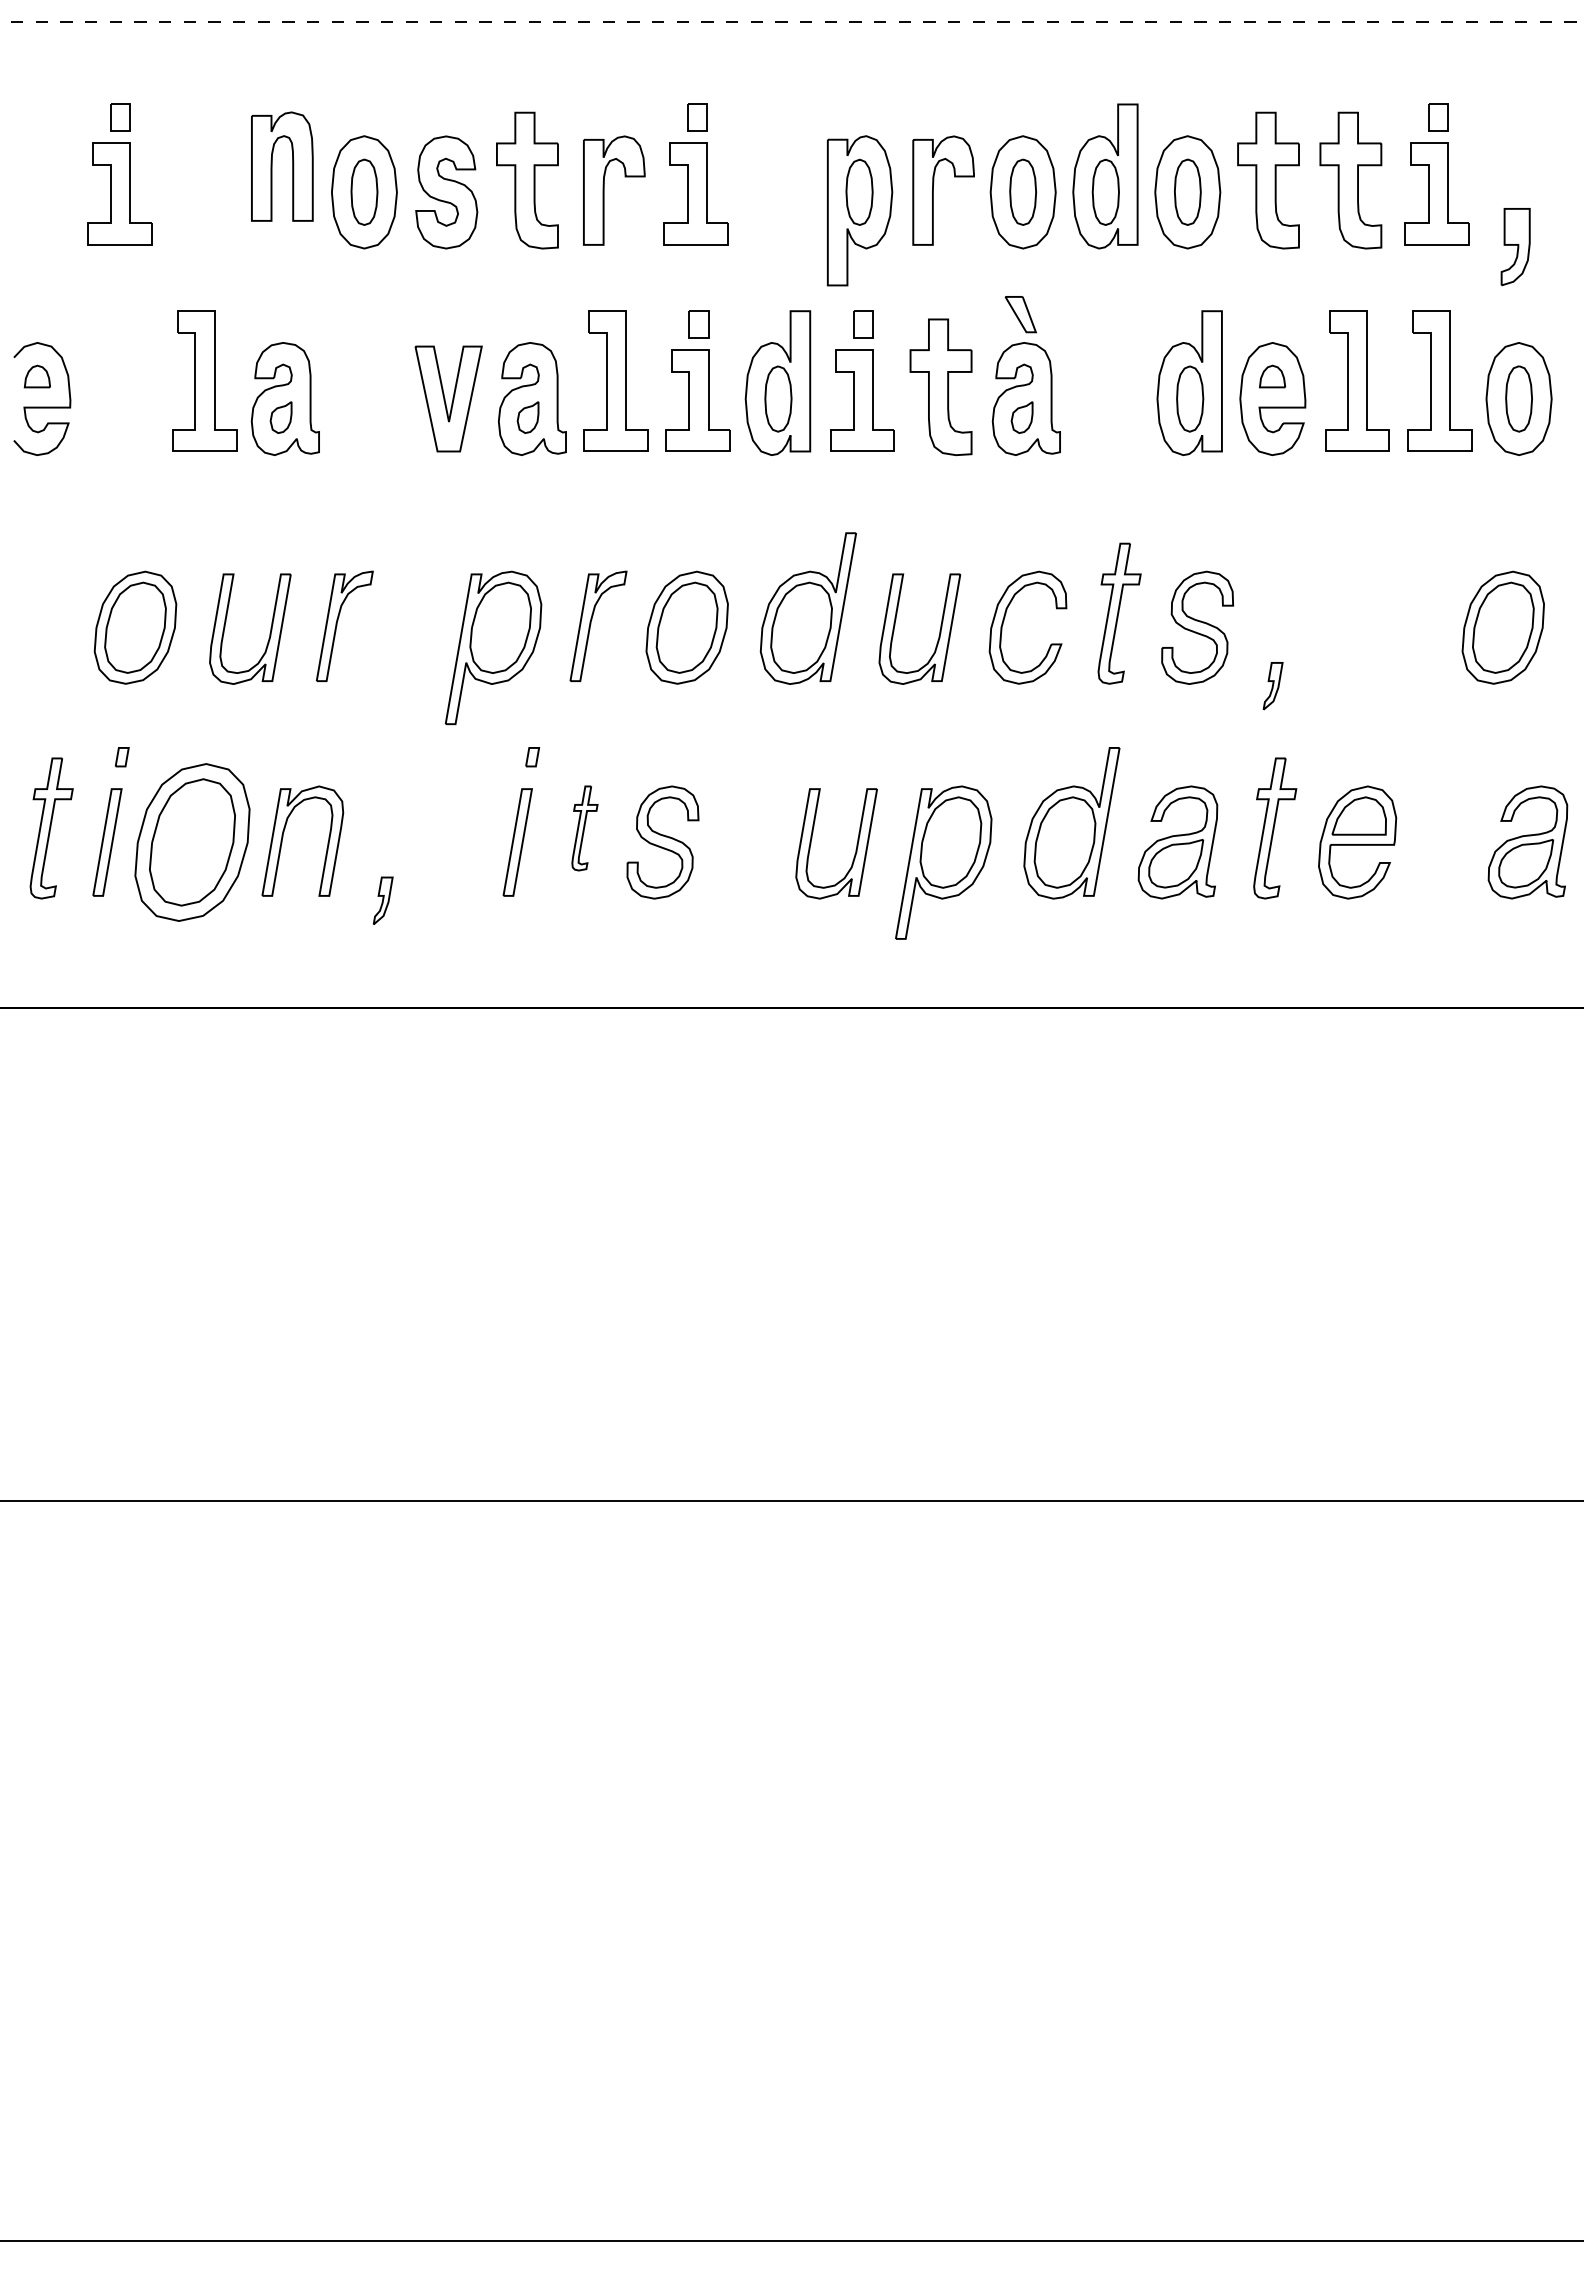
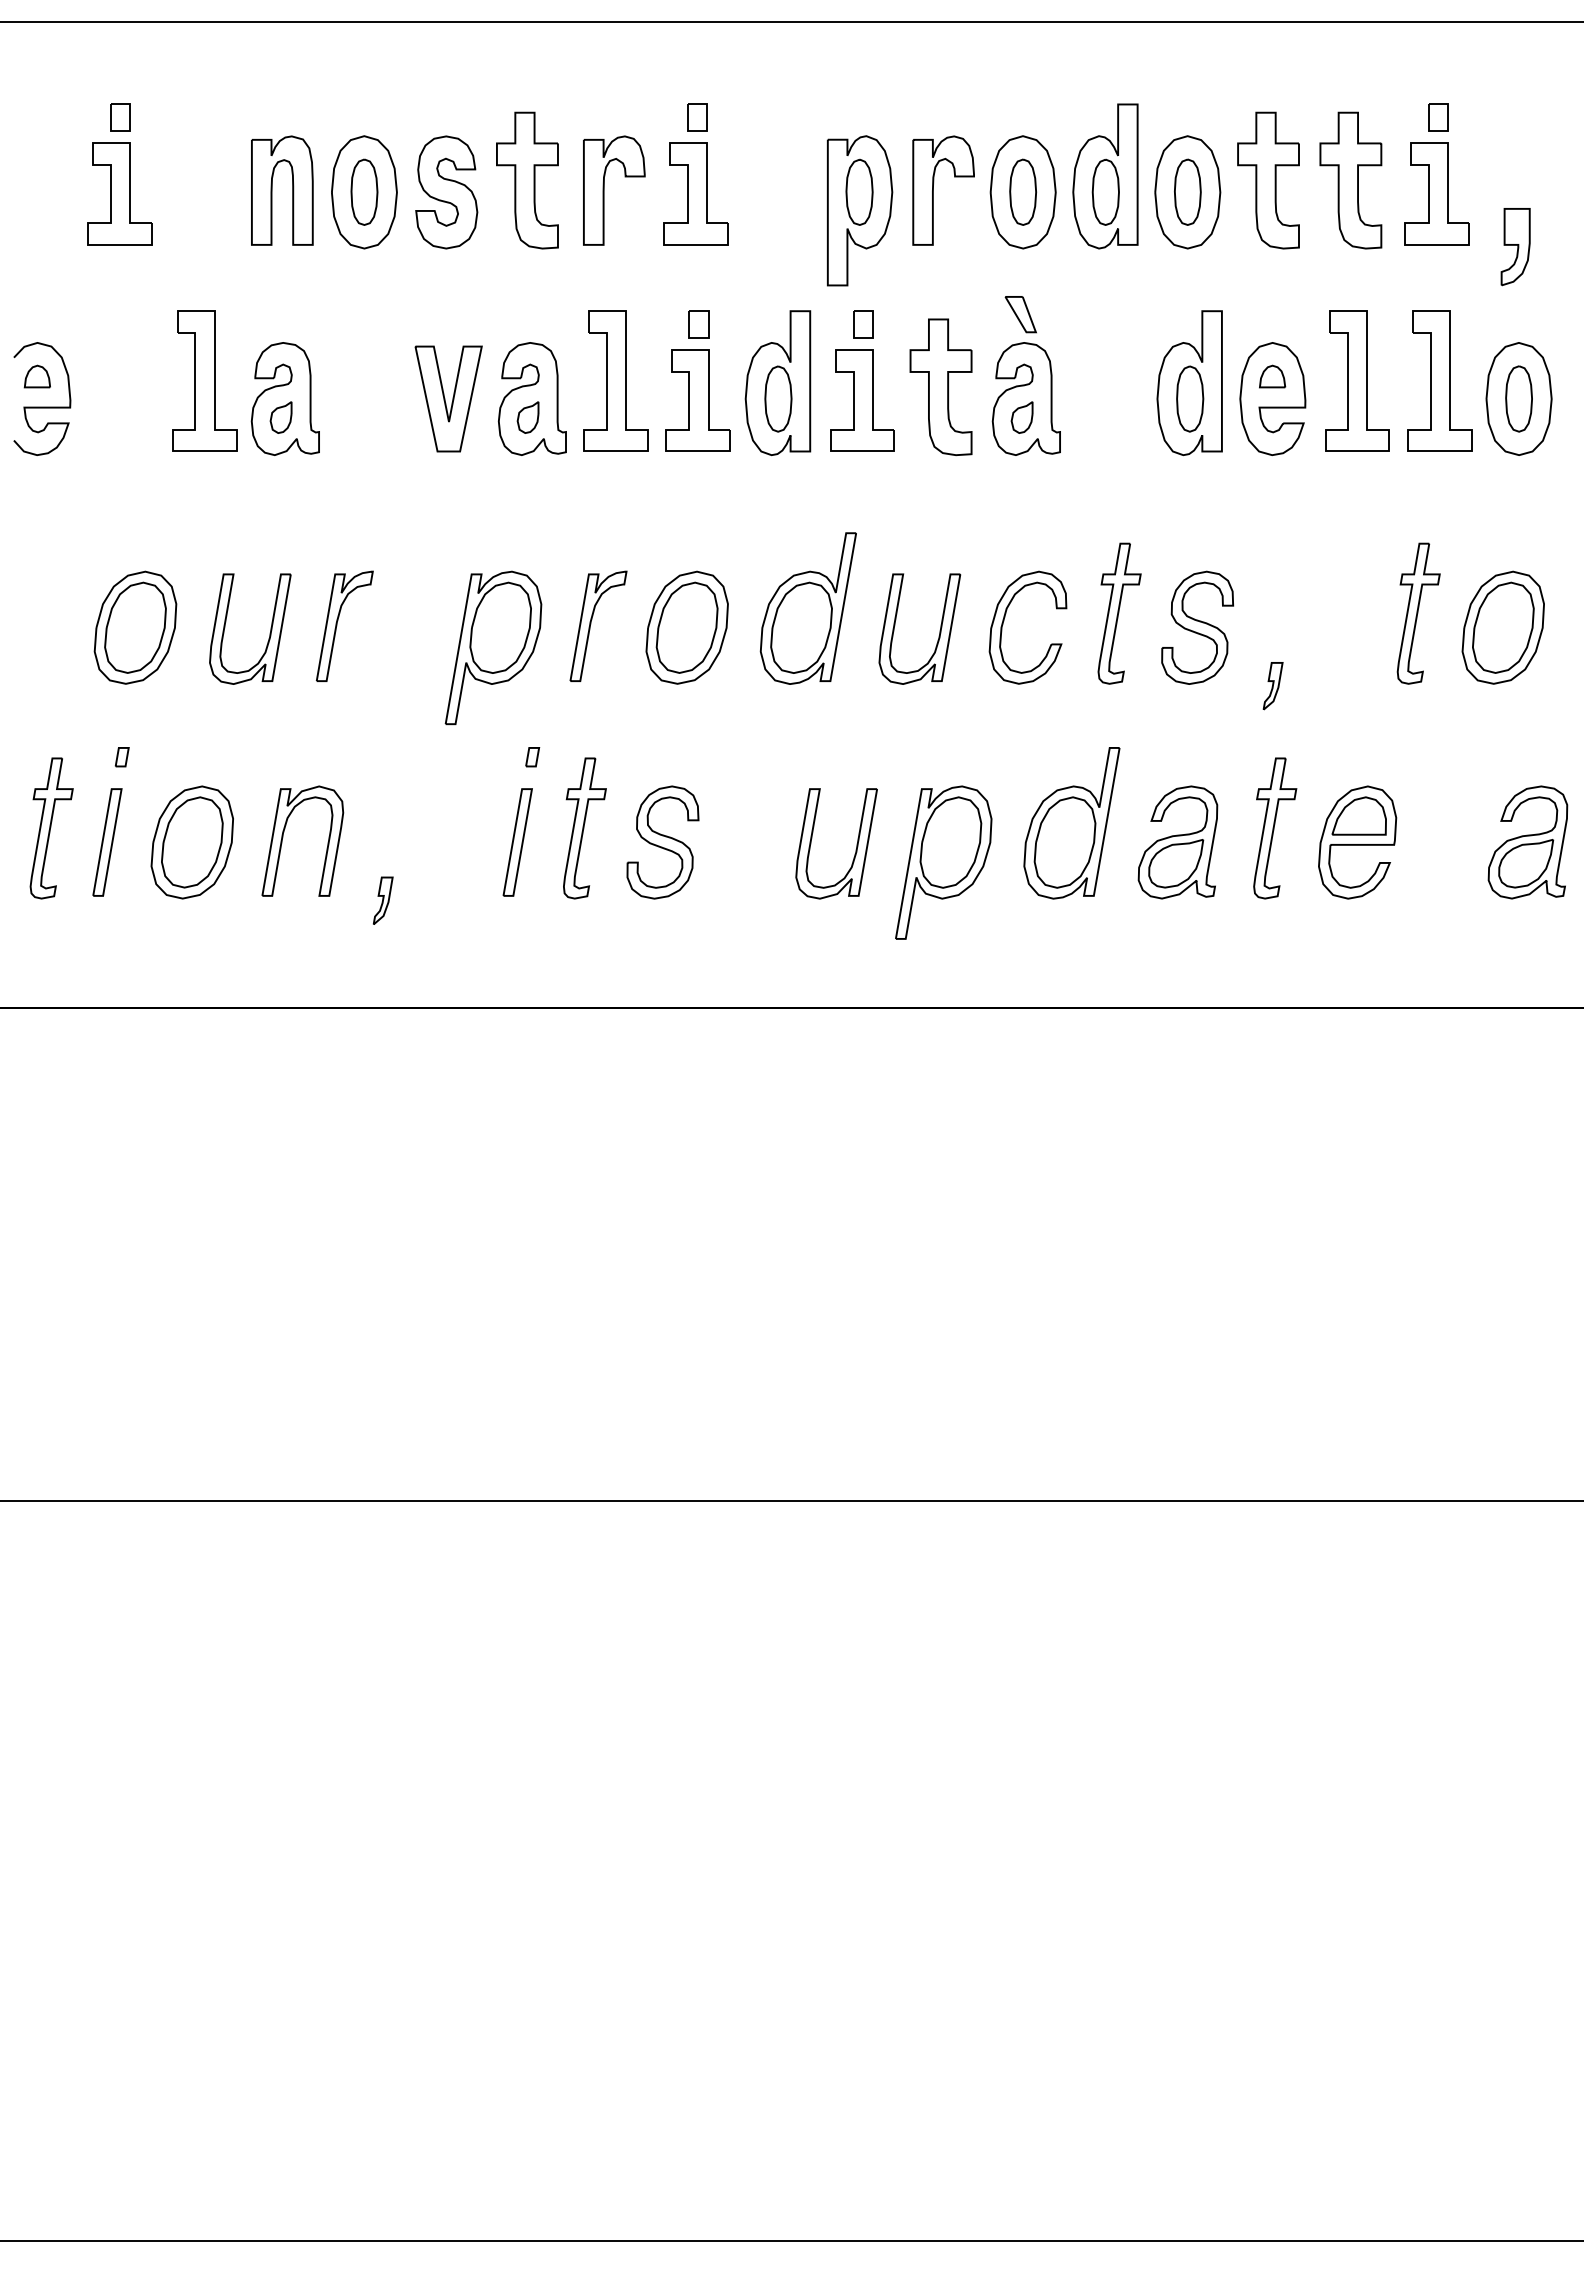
line at (791, 22): dashed -> solid
part at (272, 166) position: (272, 166) -> (272, 190)
part at (1418, 613): none -> present
part at (584, 828) size: 28x87 px -> 44x143 px
part at (192, 842) size: 117x159 px -> 84x115 px
